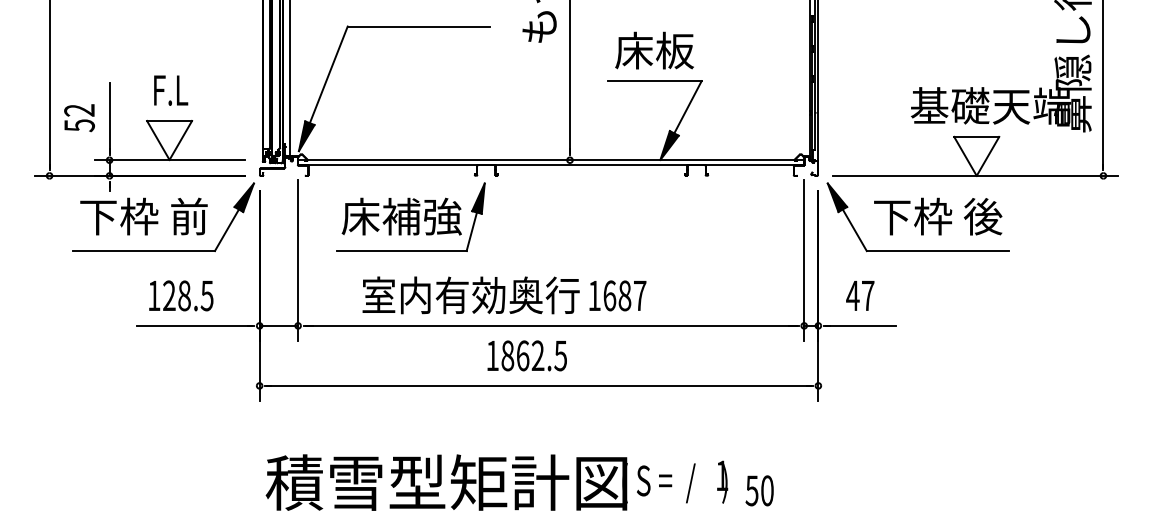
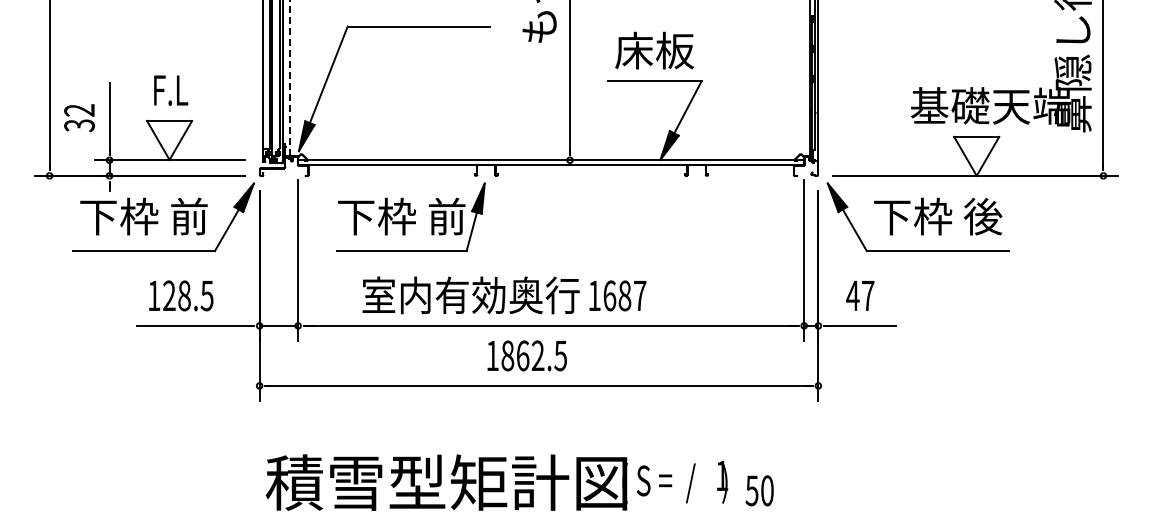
line at (290, 78): solid -> dashed
text at (79, 125): 52 -> 32
text at (401, 216): 床補強 -> 下枠 前
